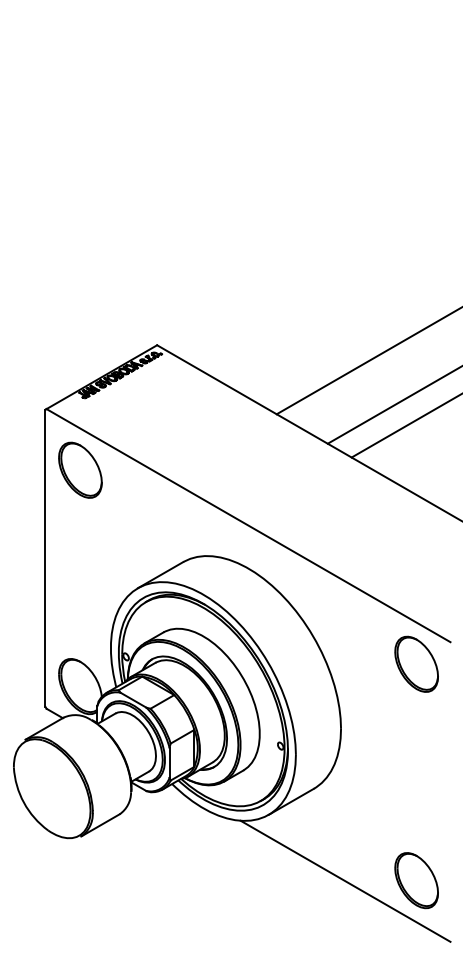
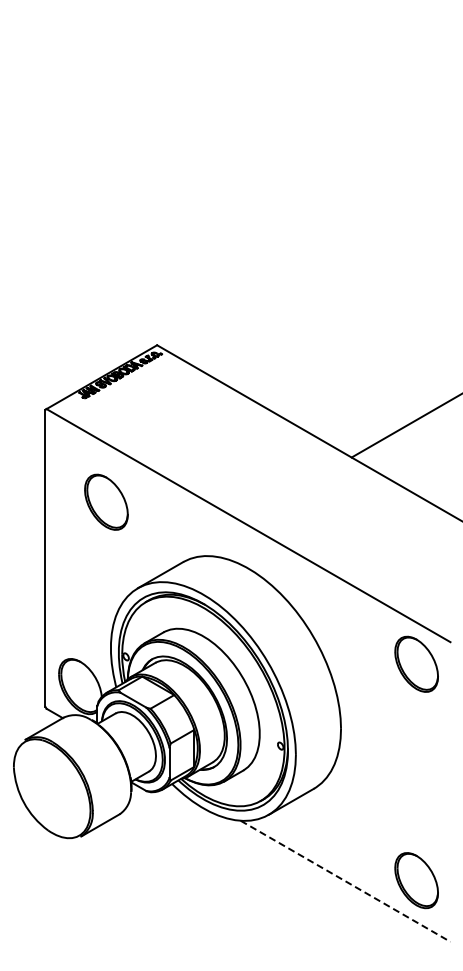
line at (367, 361): present -> none
line at (393, 405): present -> none
part at (80, 469) position: (80, 469) -> (106, 501)
line at (346, 881): solid -> dashed
